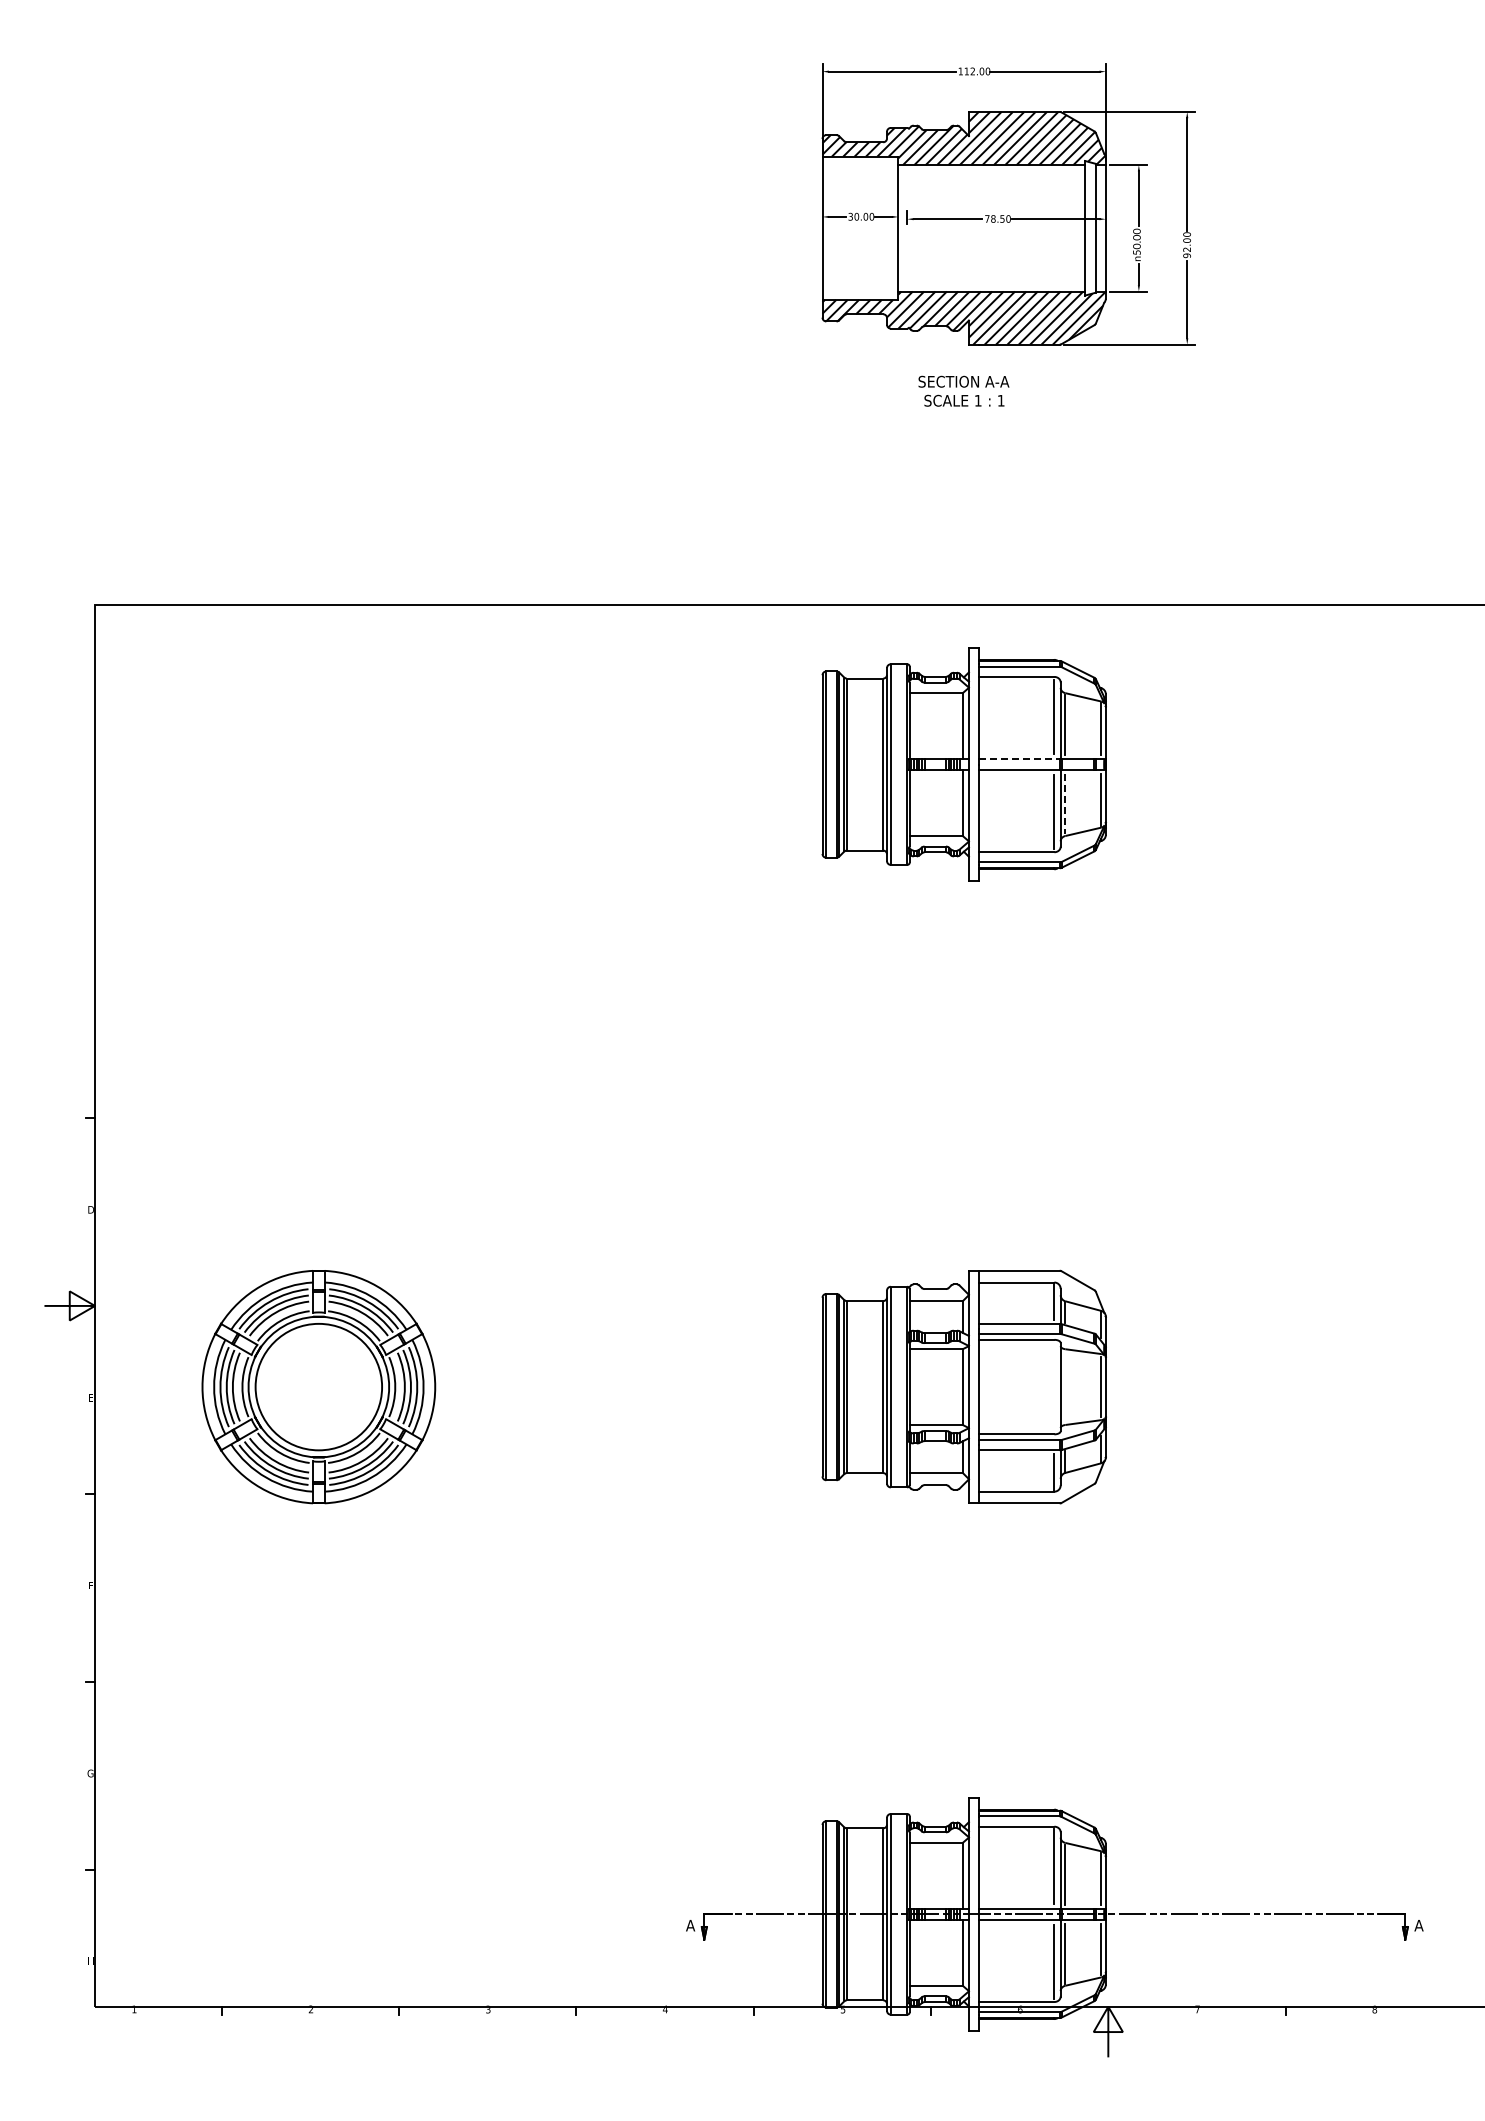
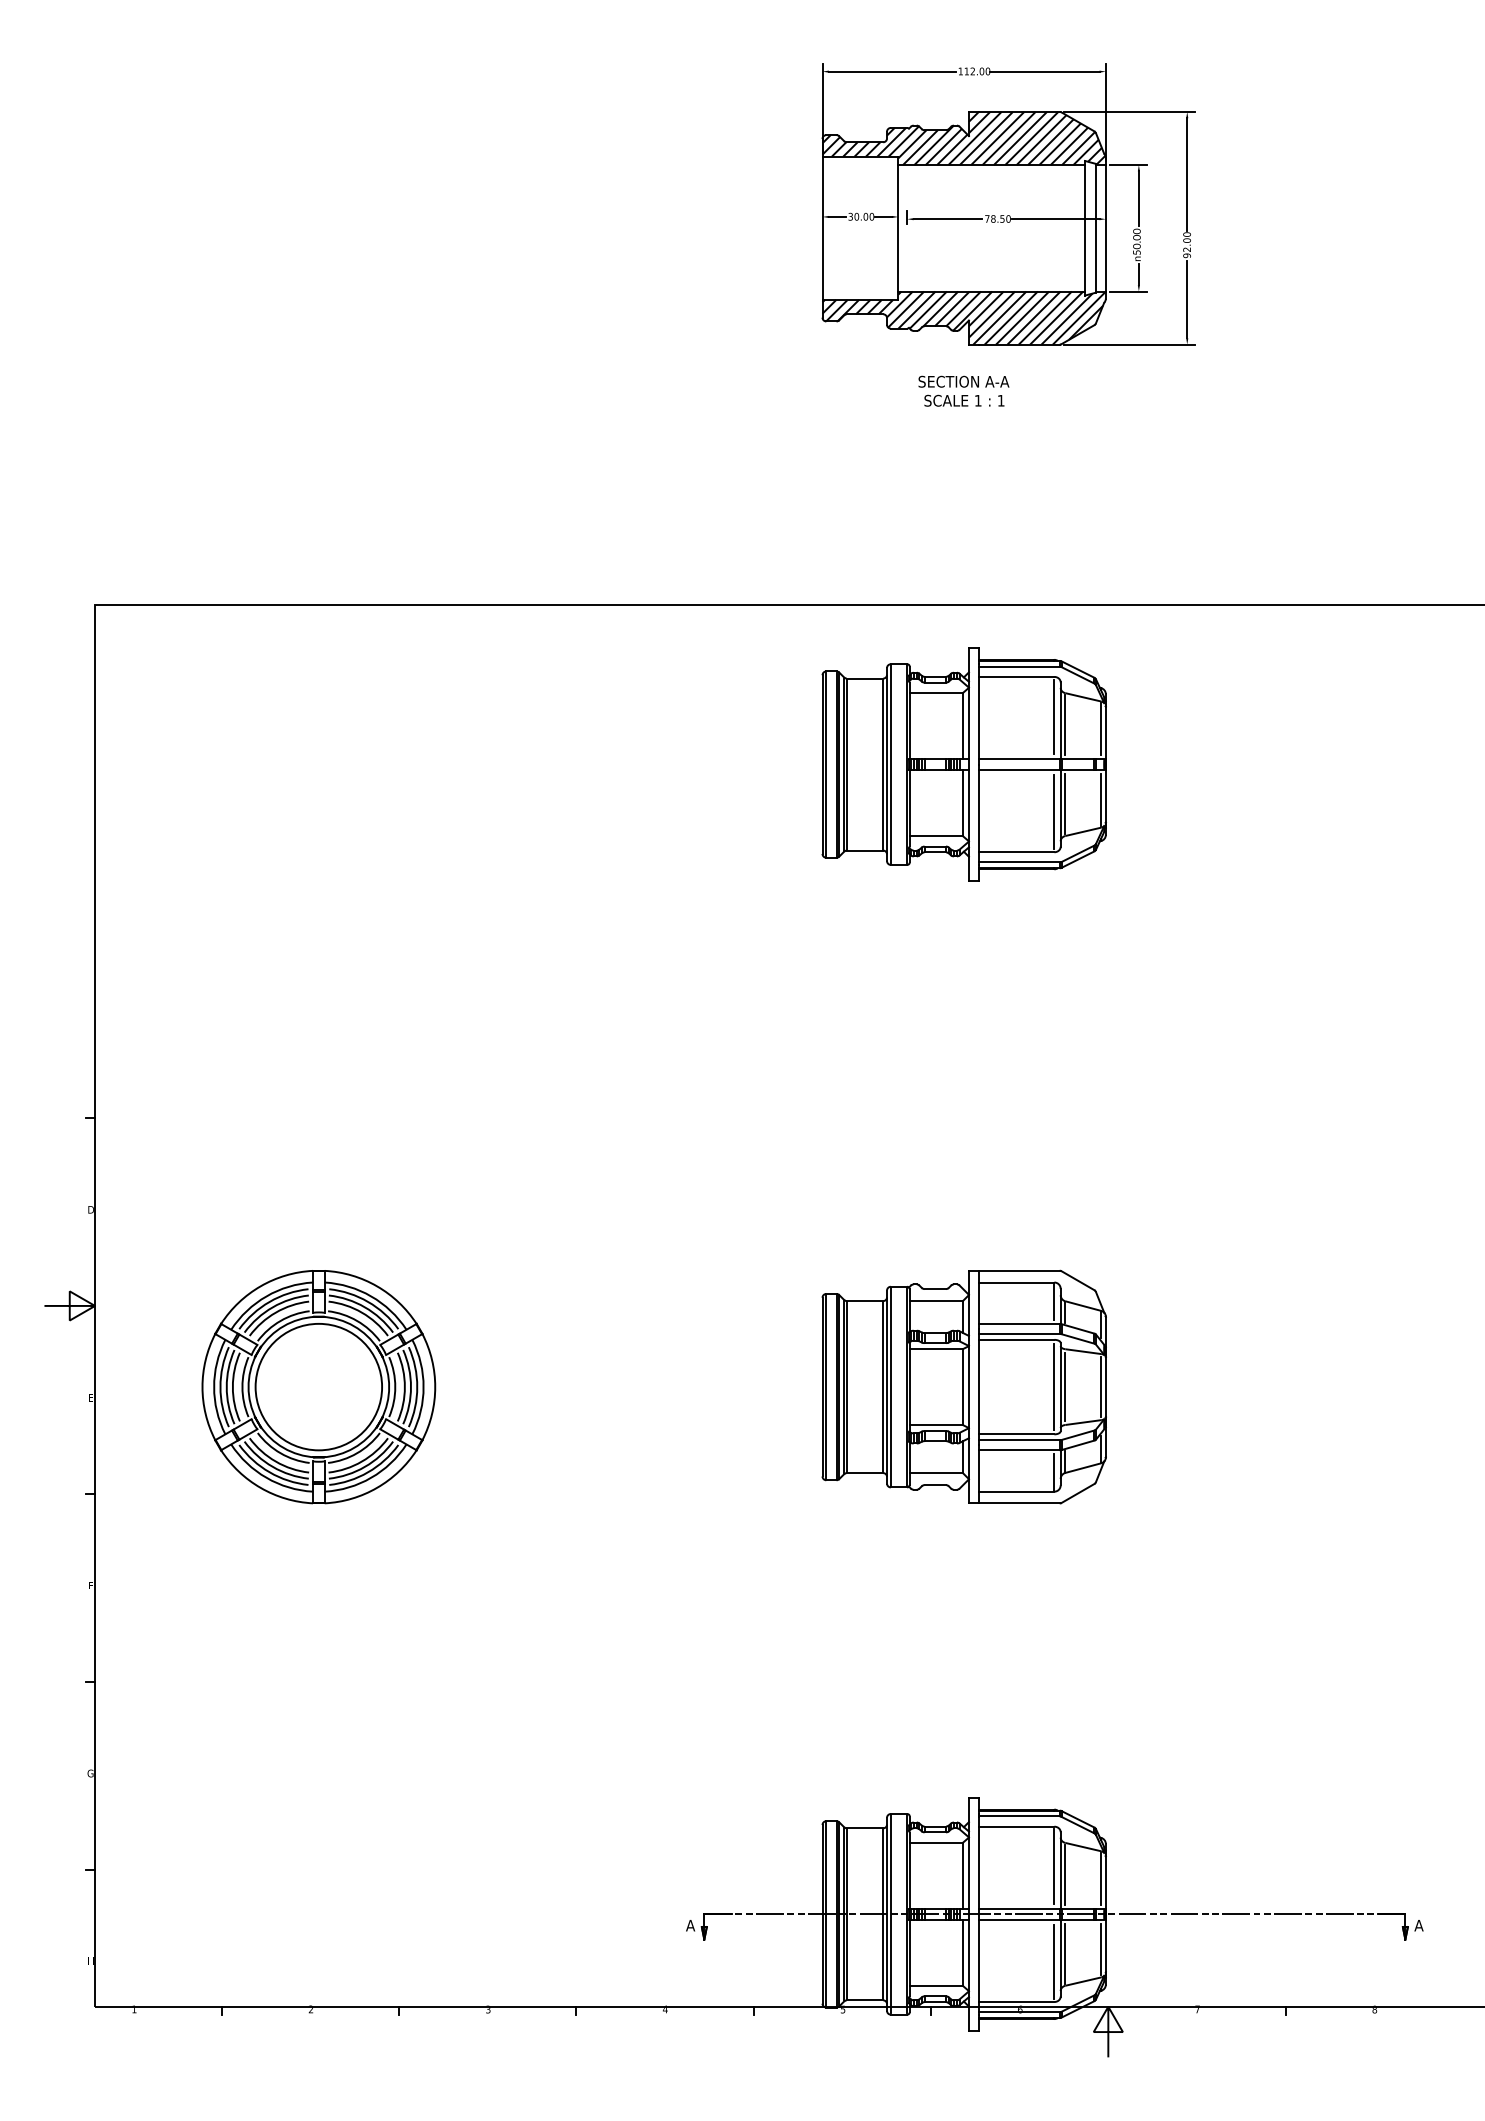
line at (1019, 758): dashed -> solid
line at (1065, 804): dashed -> solid
line at (1054, 1386): none -> present
line at (1065, 1386): none -> present
